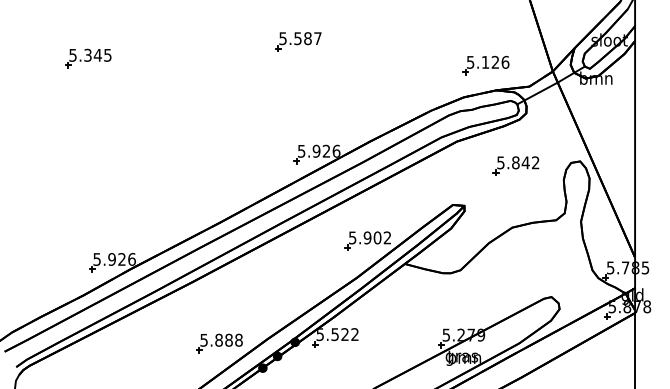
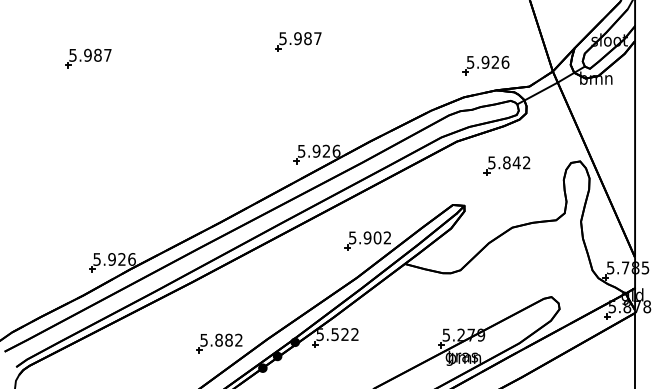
text at (297, 38): 5.587 -> 5.987
text at (97, 54): 5.345 -> 5.987
text at (485, 61): 5.126 -> 5.926
part at (515, 165) position: (515, 165) -> (506, 165)
text at (238, 339): 5.888 -> 5.882
